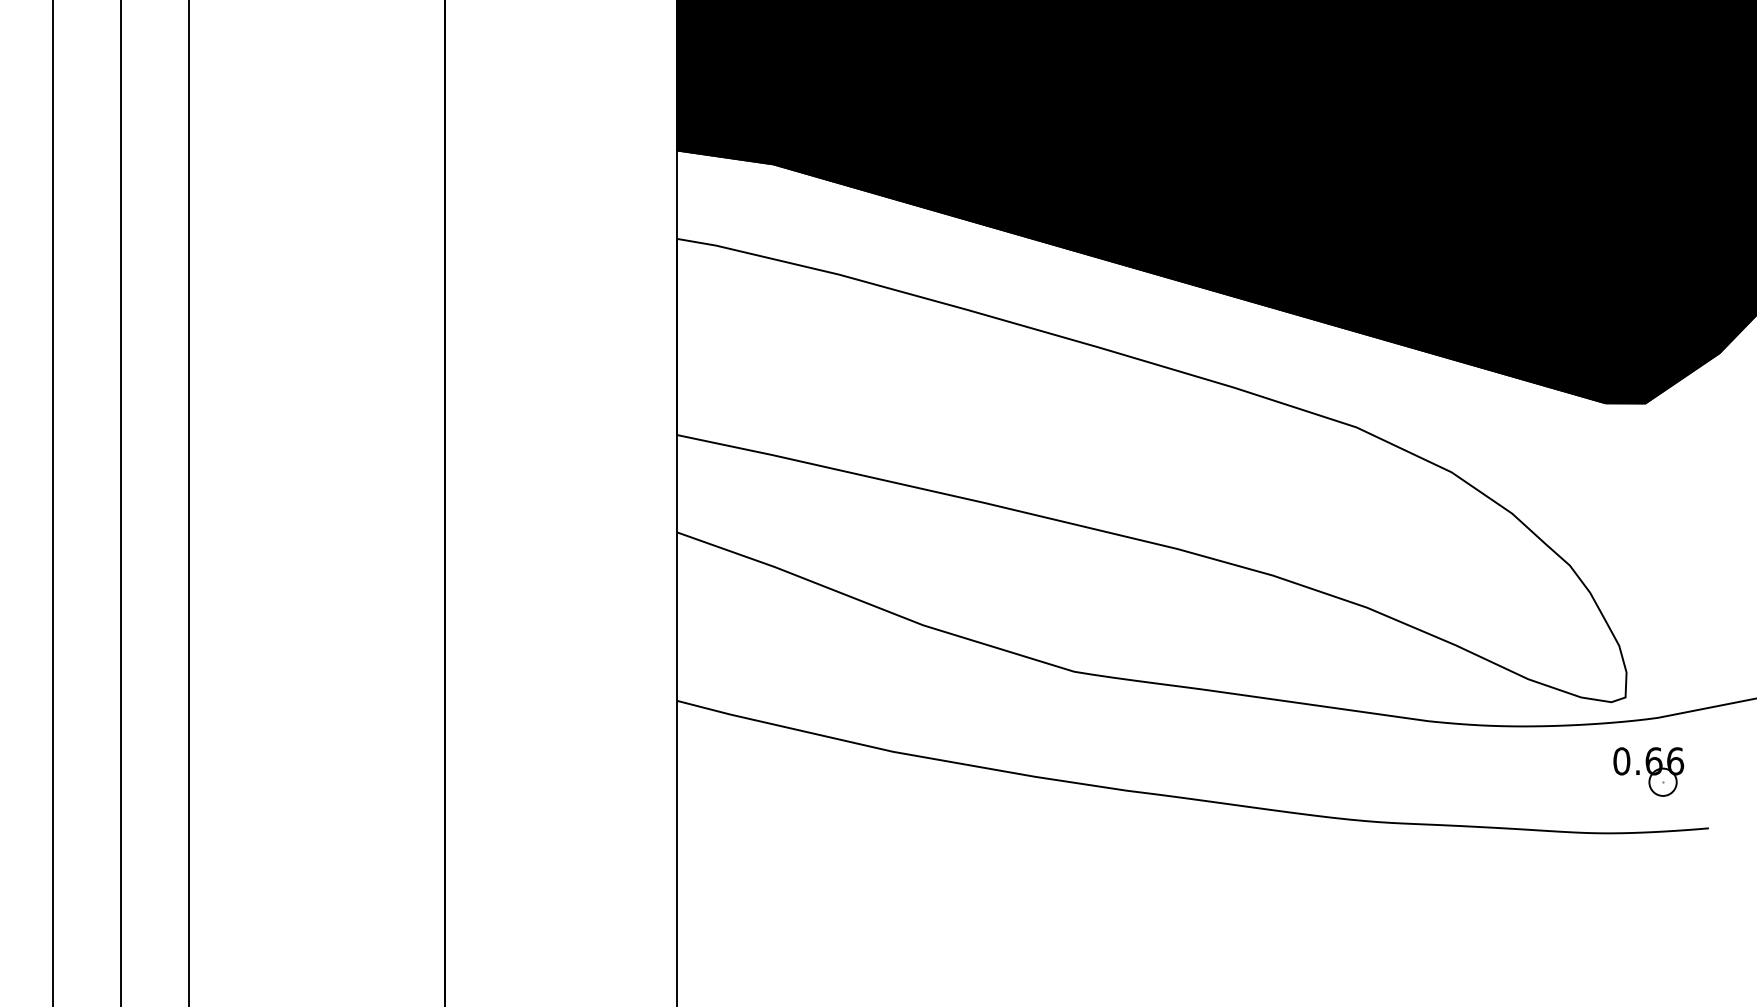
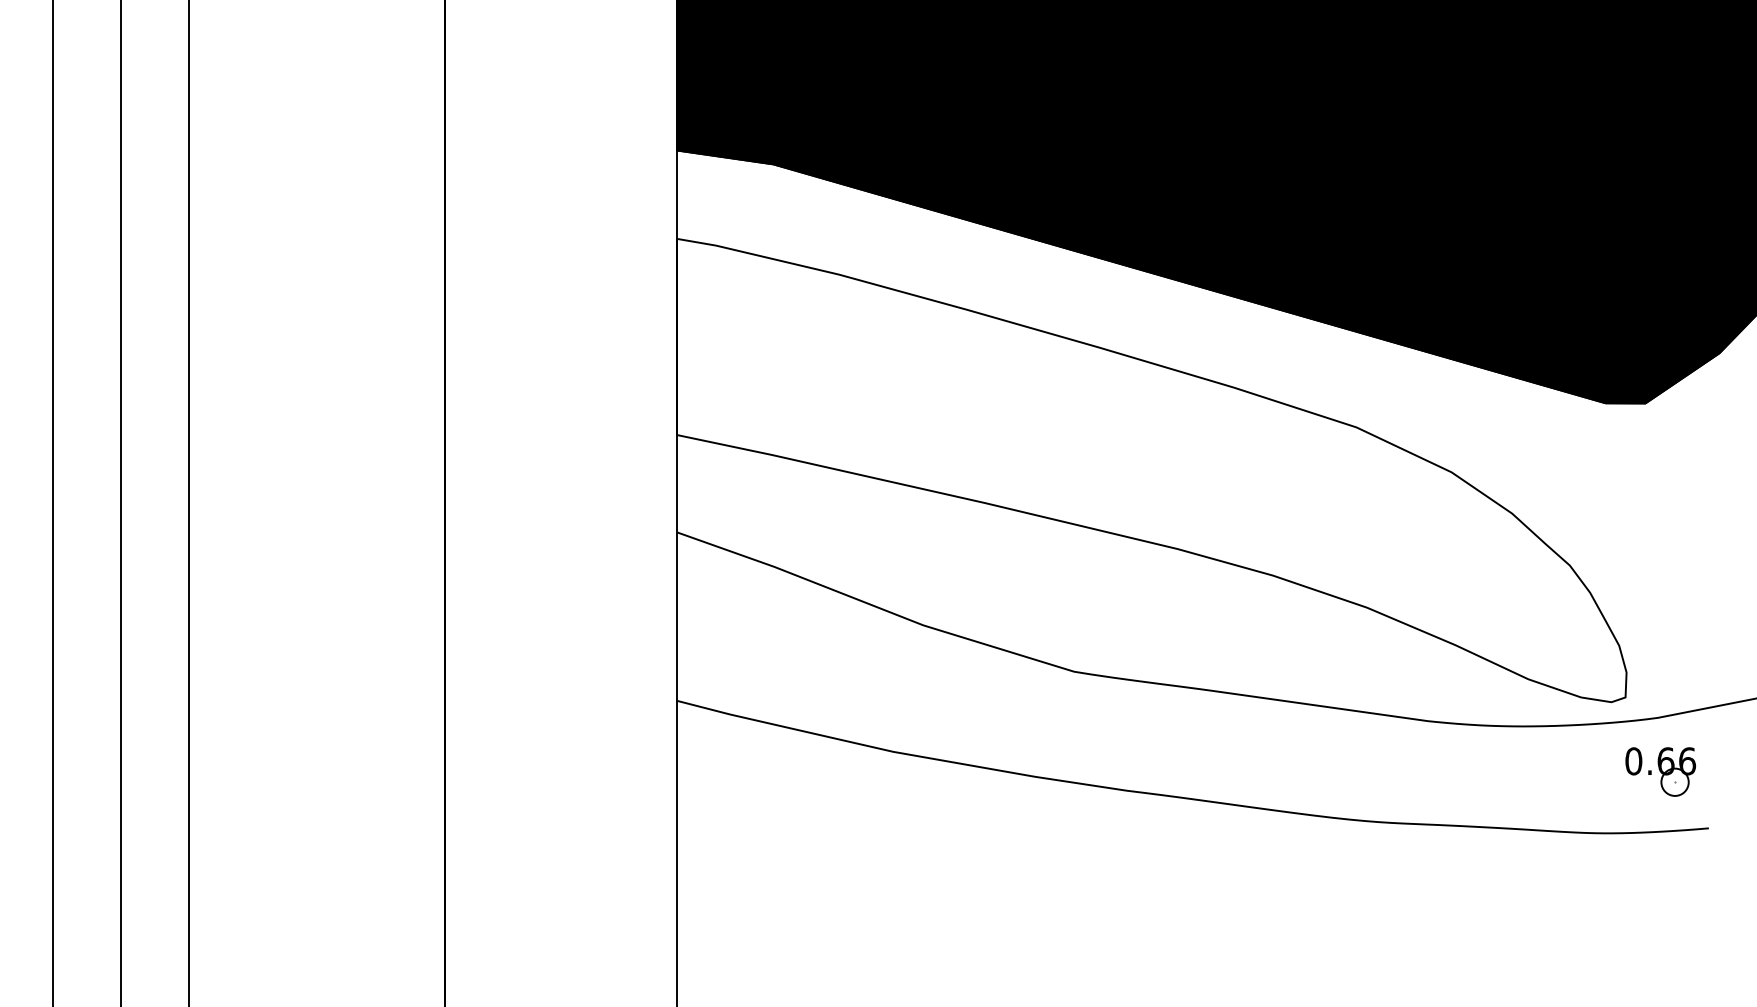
part at (1648, 771) position: (1648, 771) -> (1660, 771)
